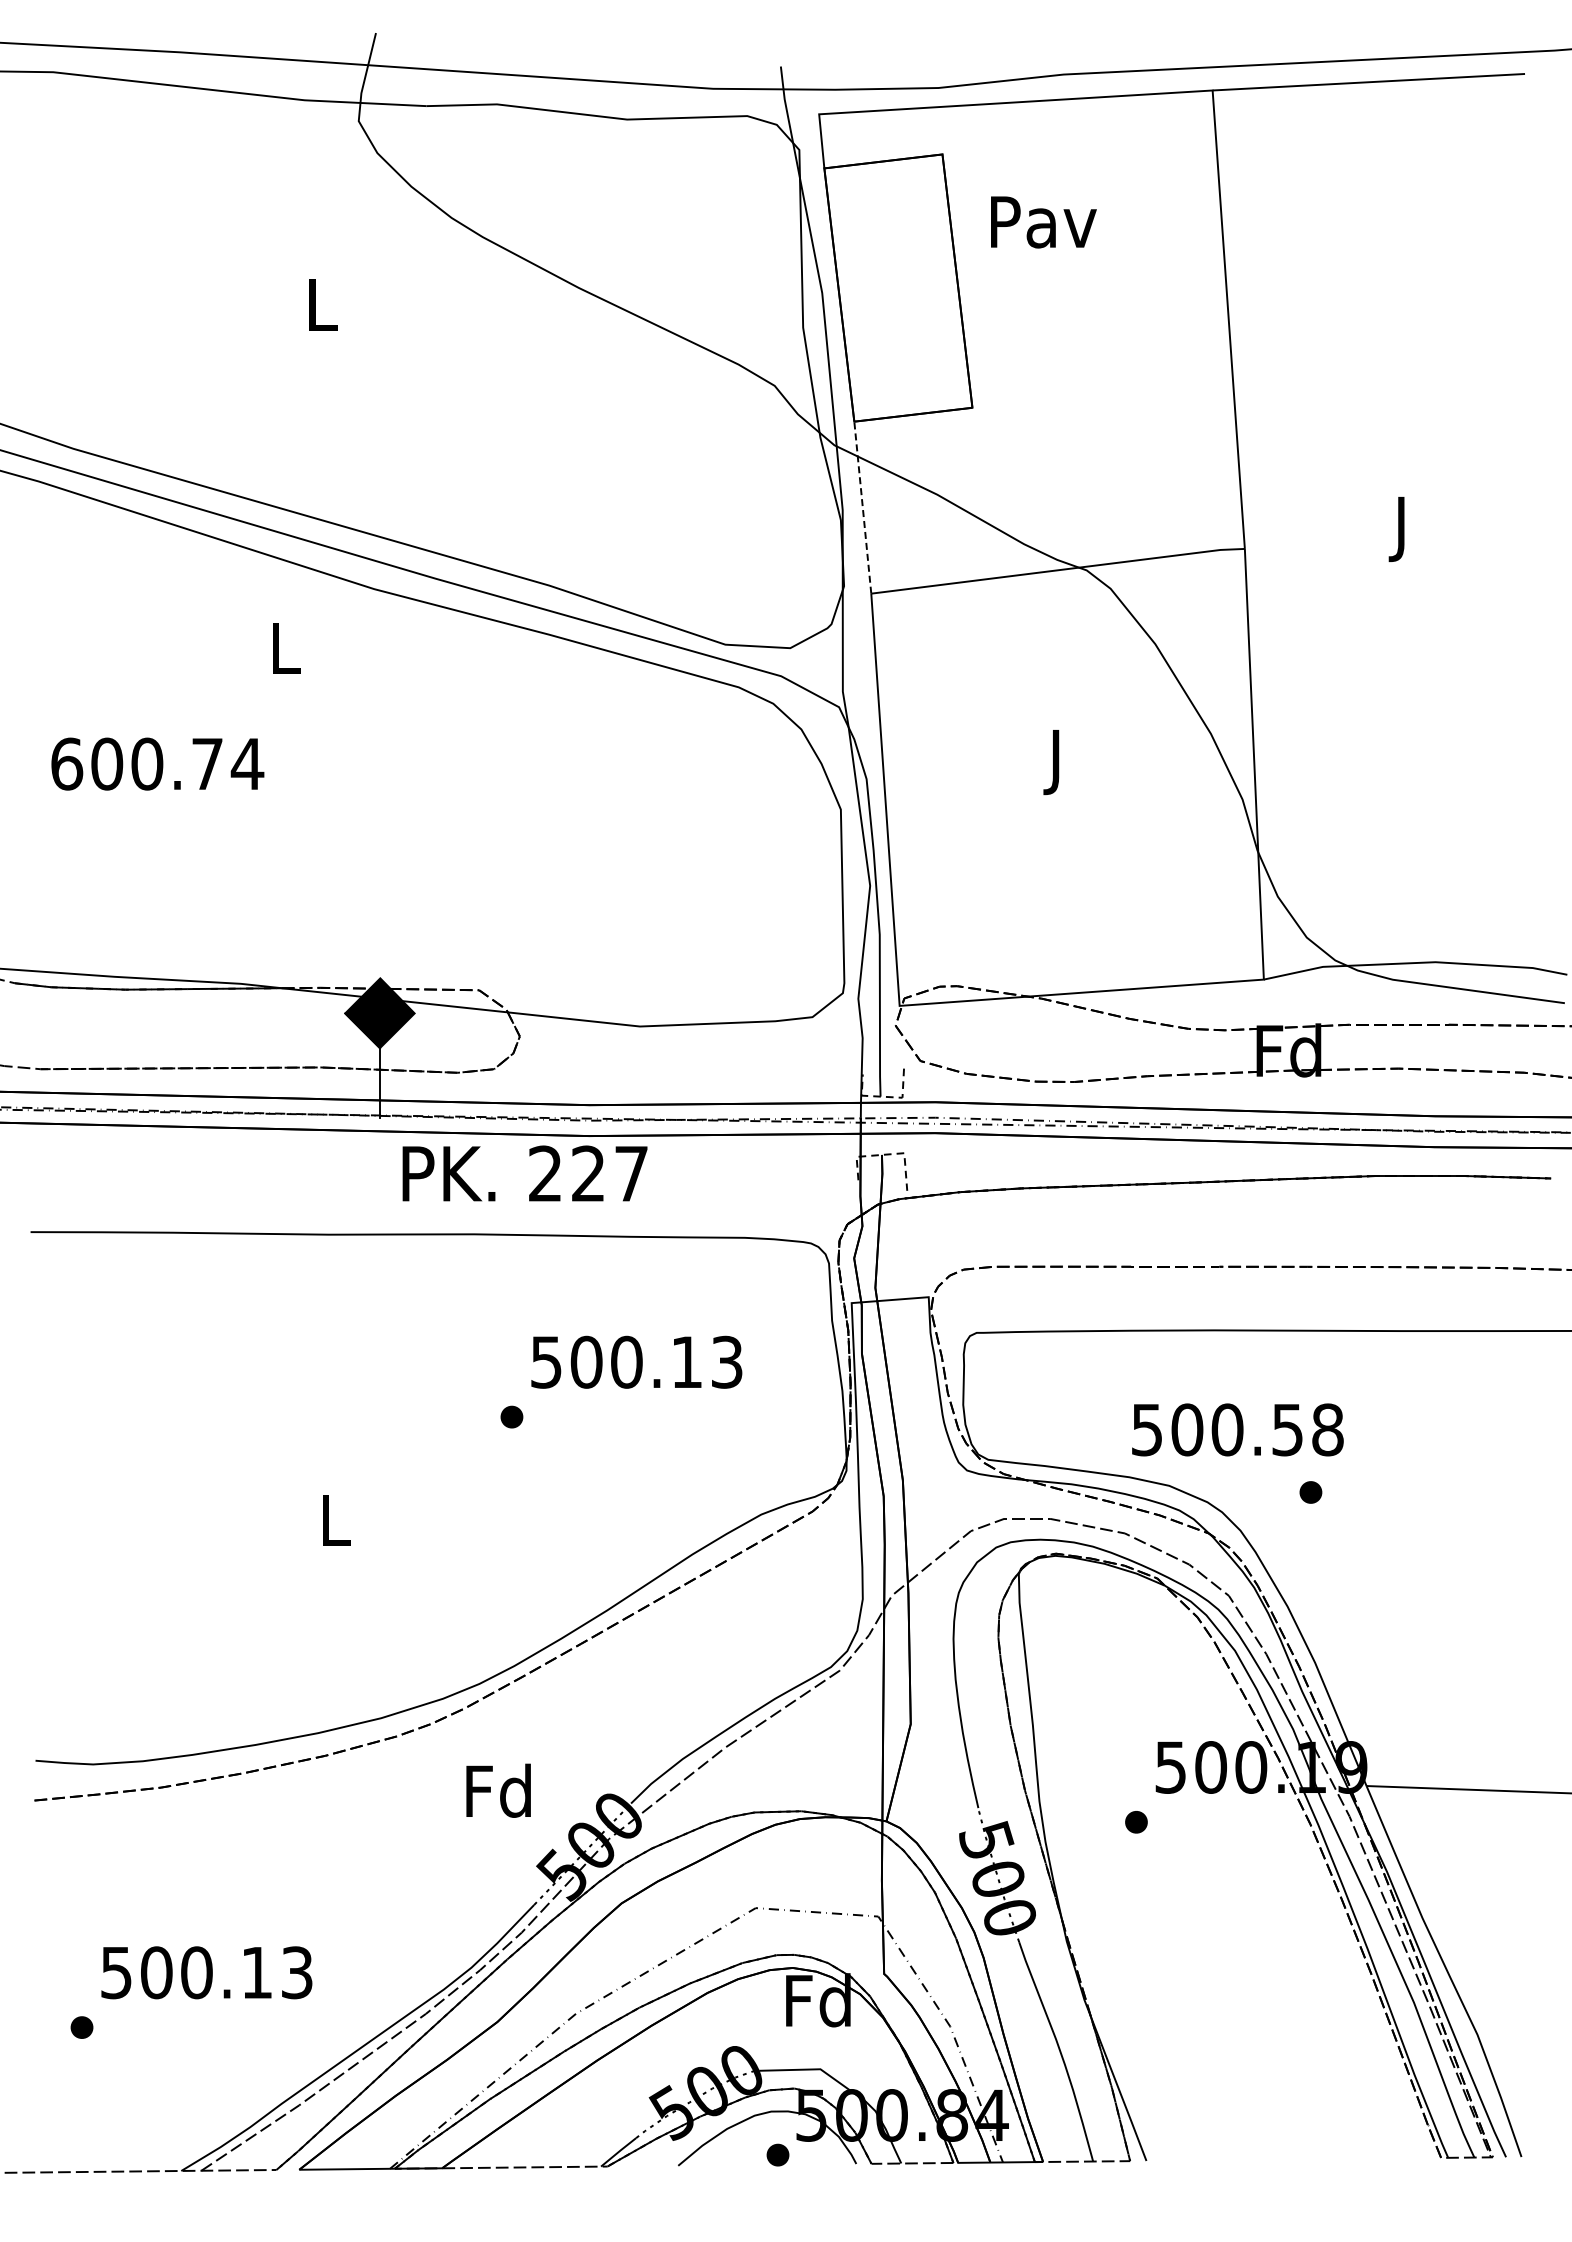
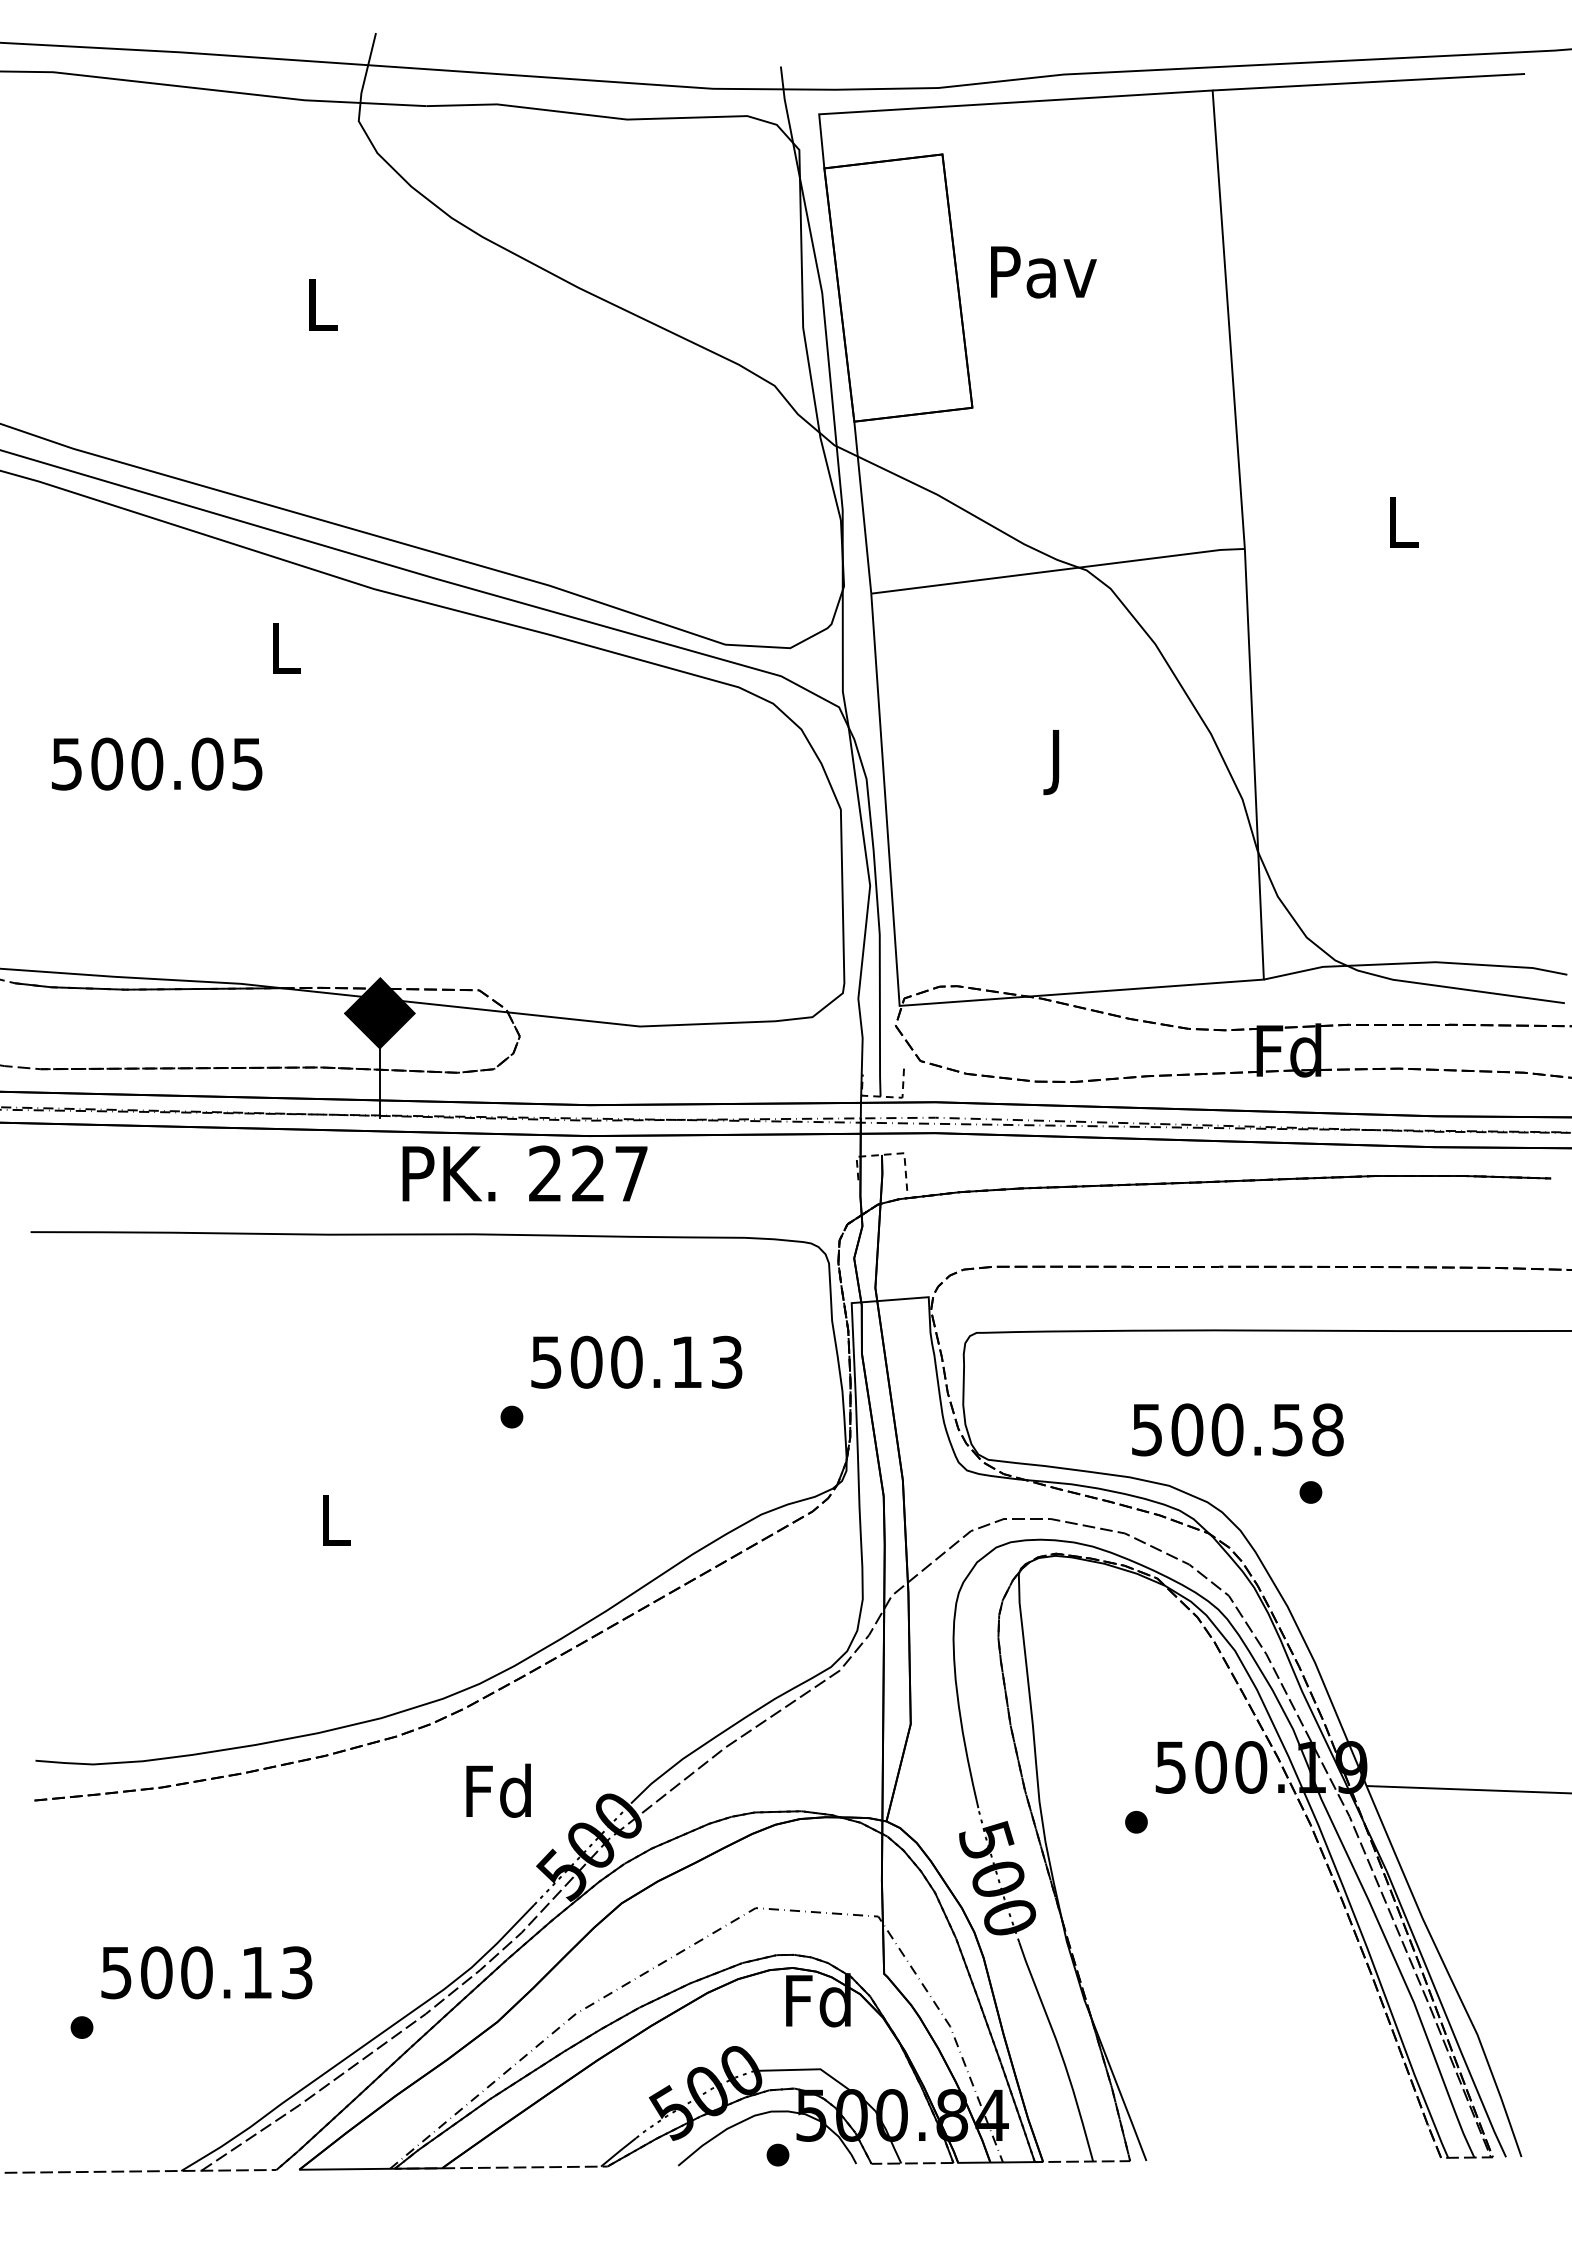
text at (1043, 222) position: (1043, 222) -> (1043, 272)
line at (862, 507): dashed -> solid
text at (1403, 529): J -> L
text at (157, 763): 600.74 -> 500.05
